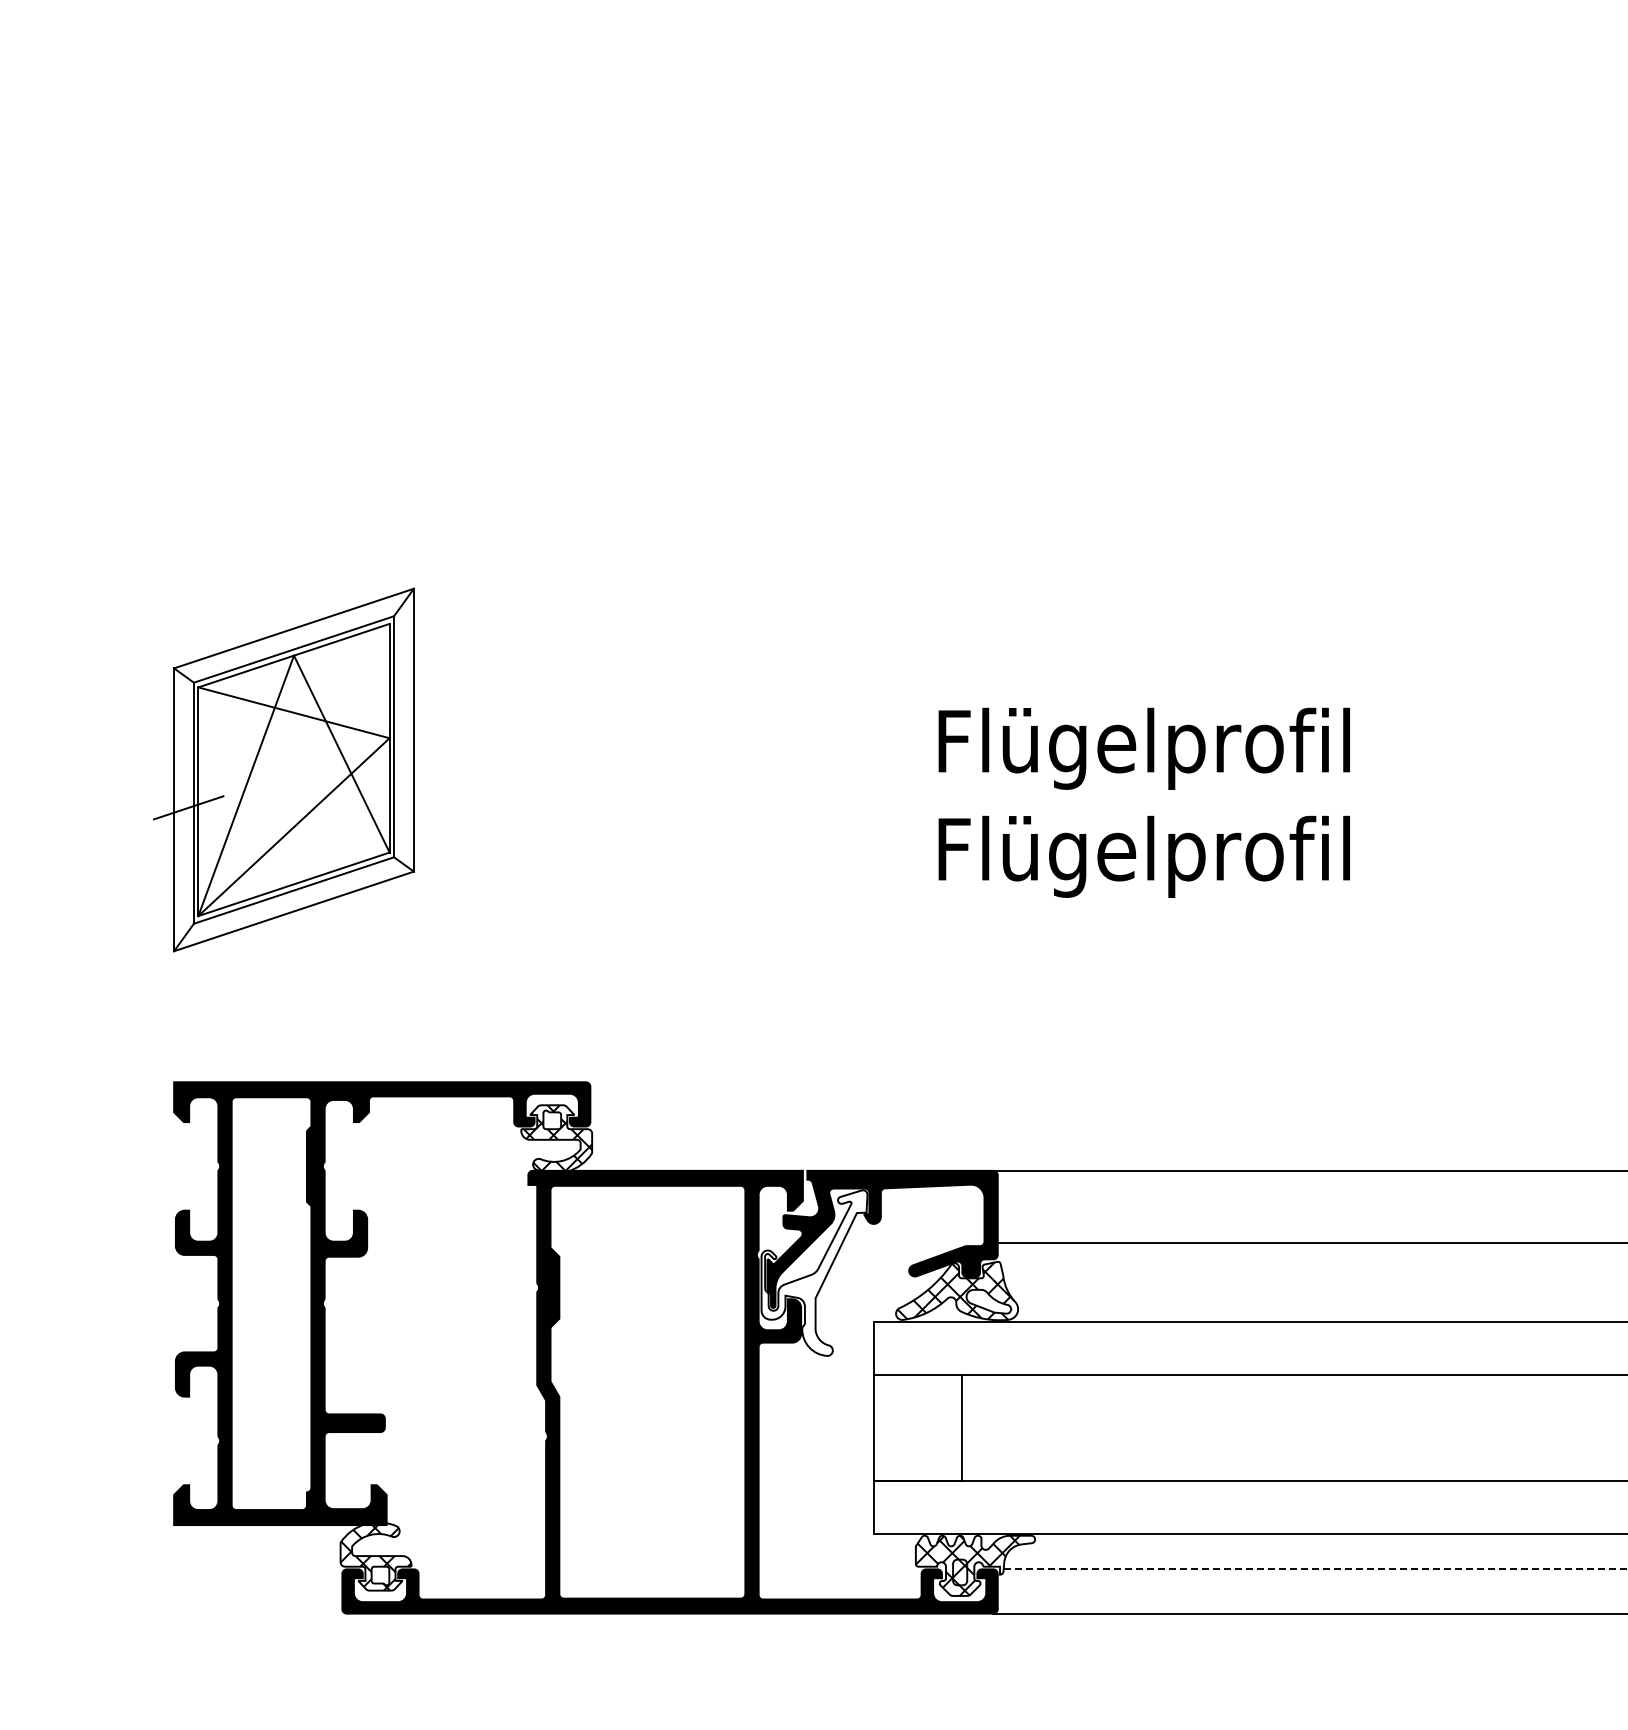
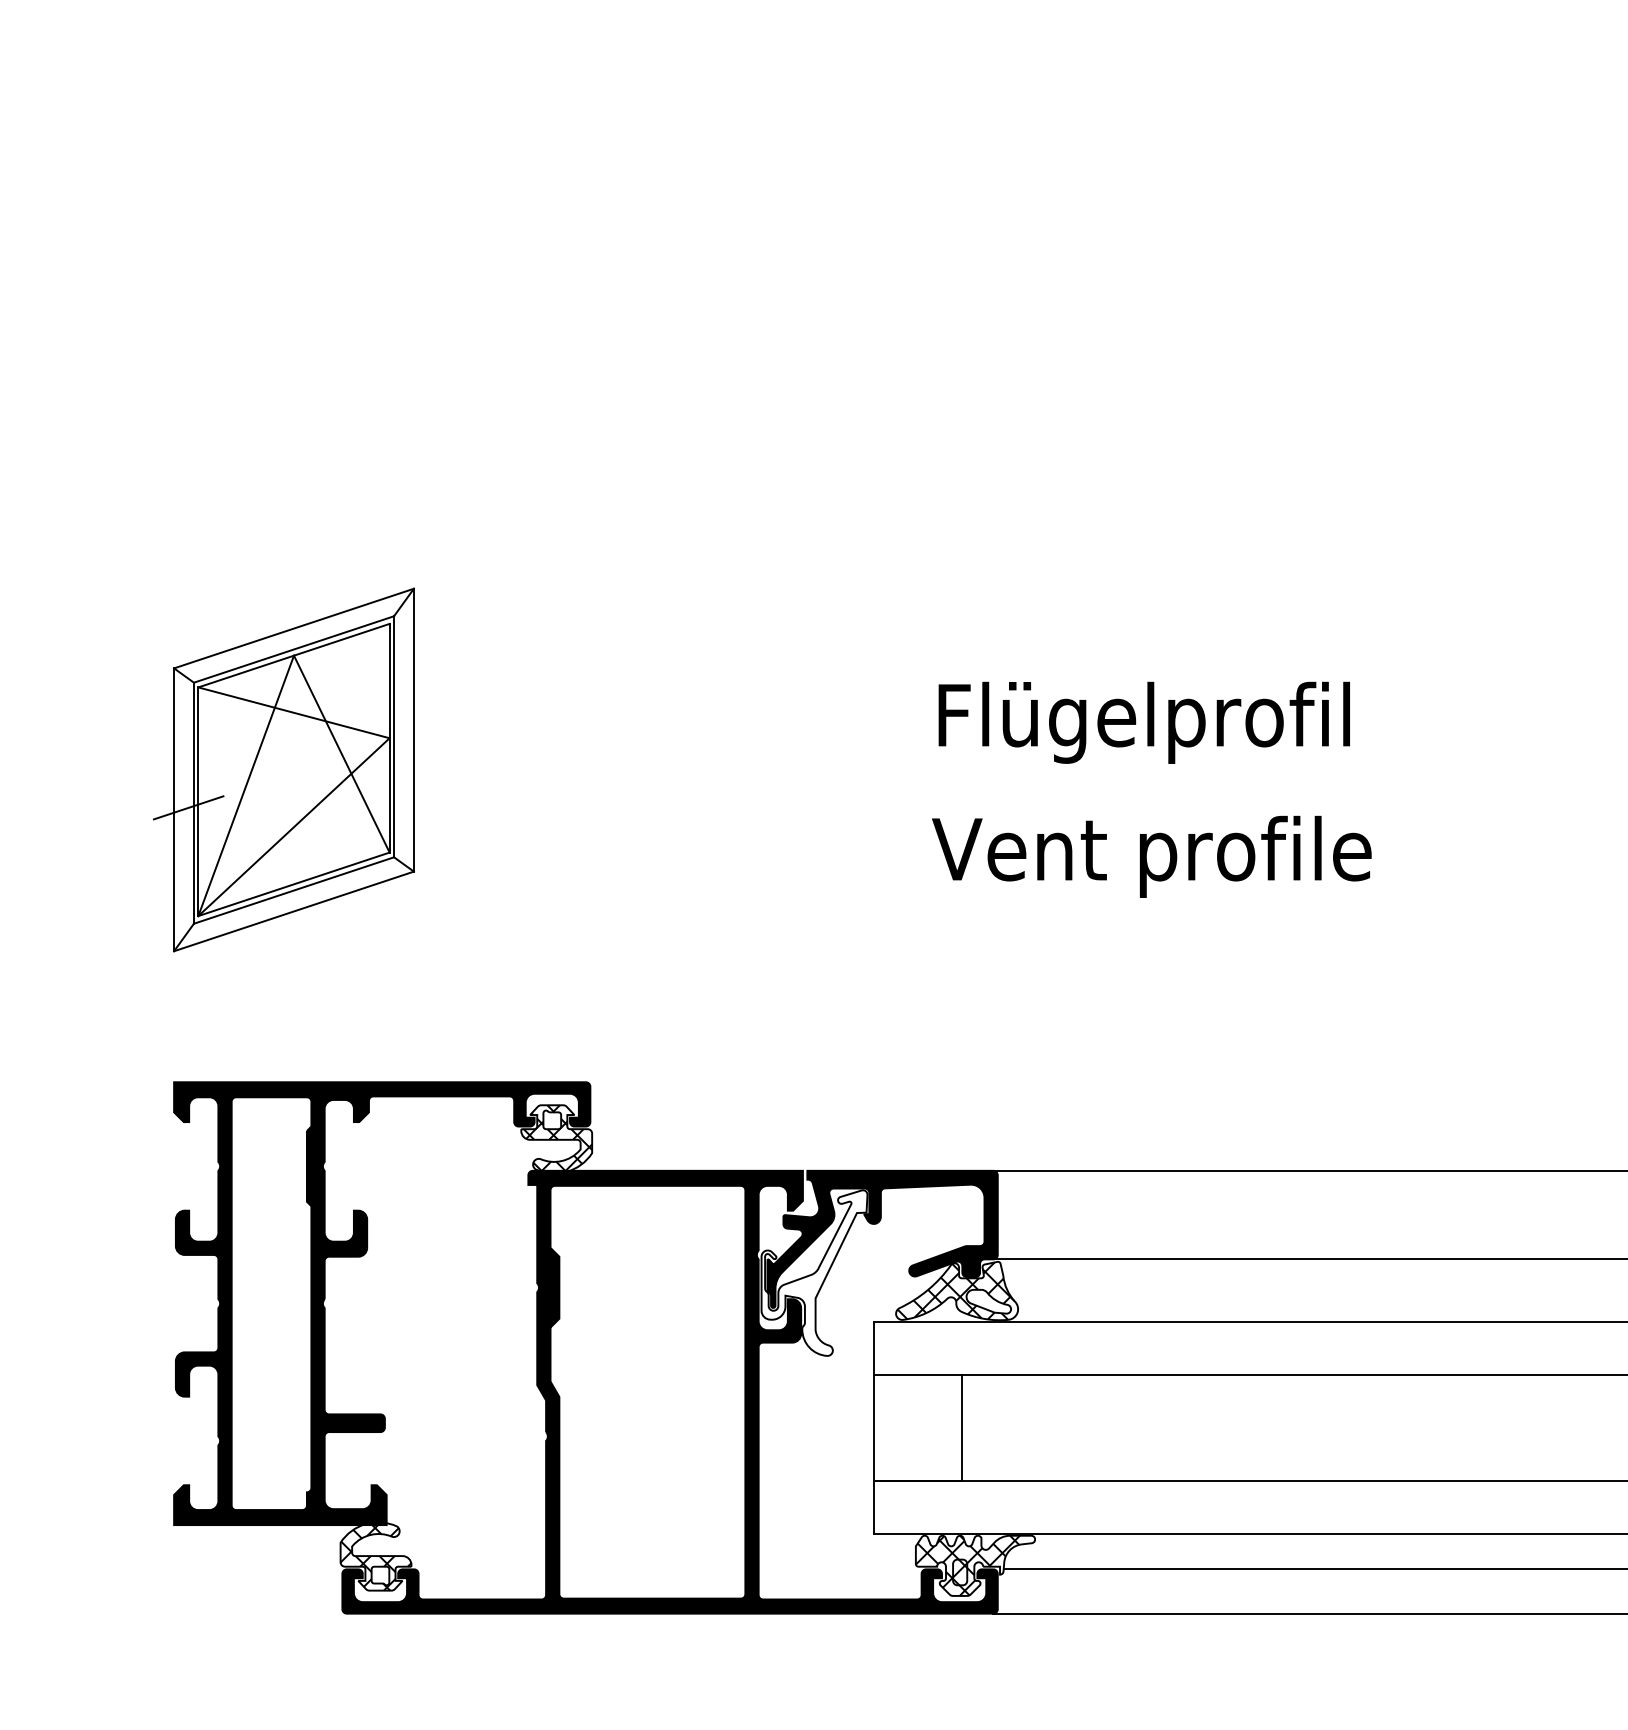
text at (1143, 748) position: (1143, 748) -> (1143, 722)
text at (1151, 856): Flügelprofil -> Vent profile
line at (1308, 1243) position: (1308, 1243) -> (1308, 1259)
line at (1315, 1569): dashed -> solid
